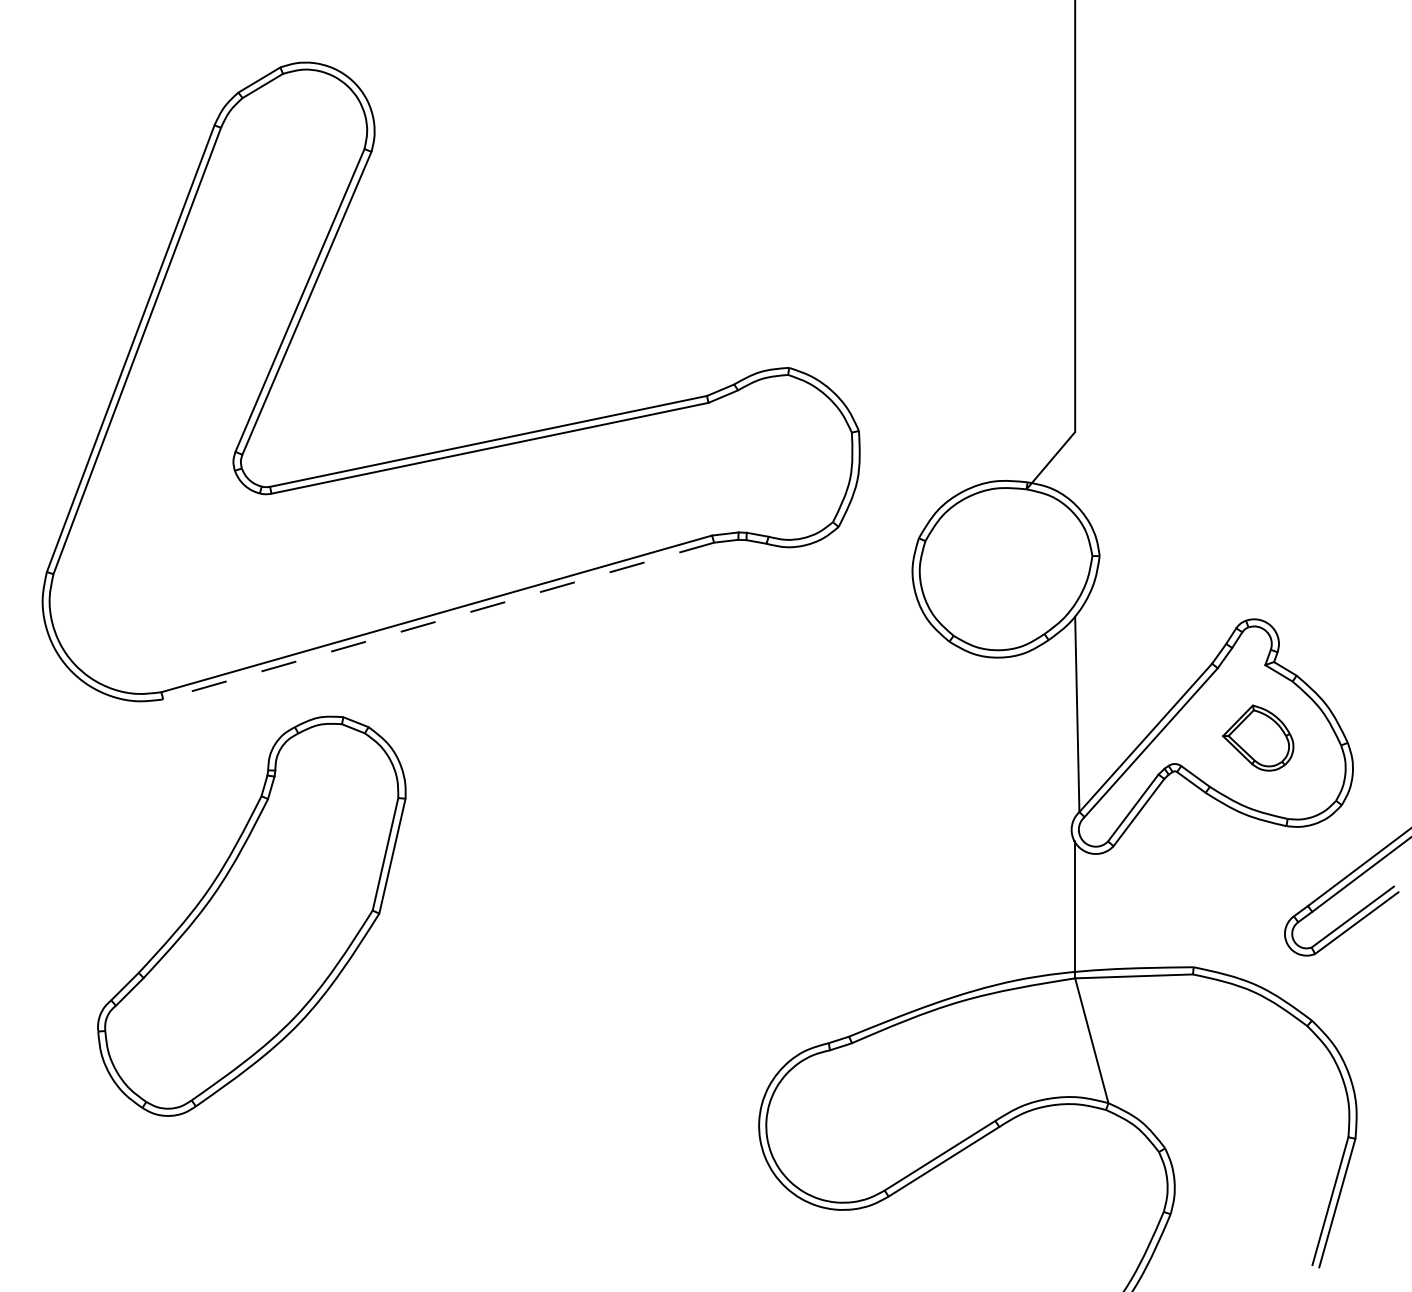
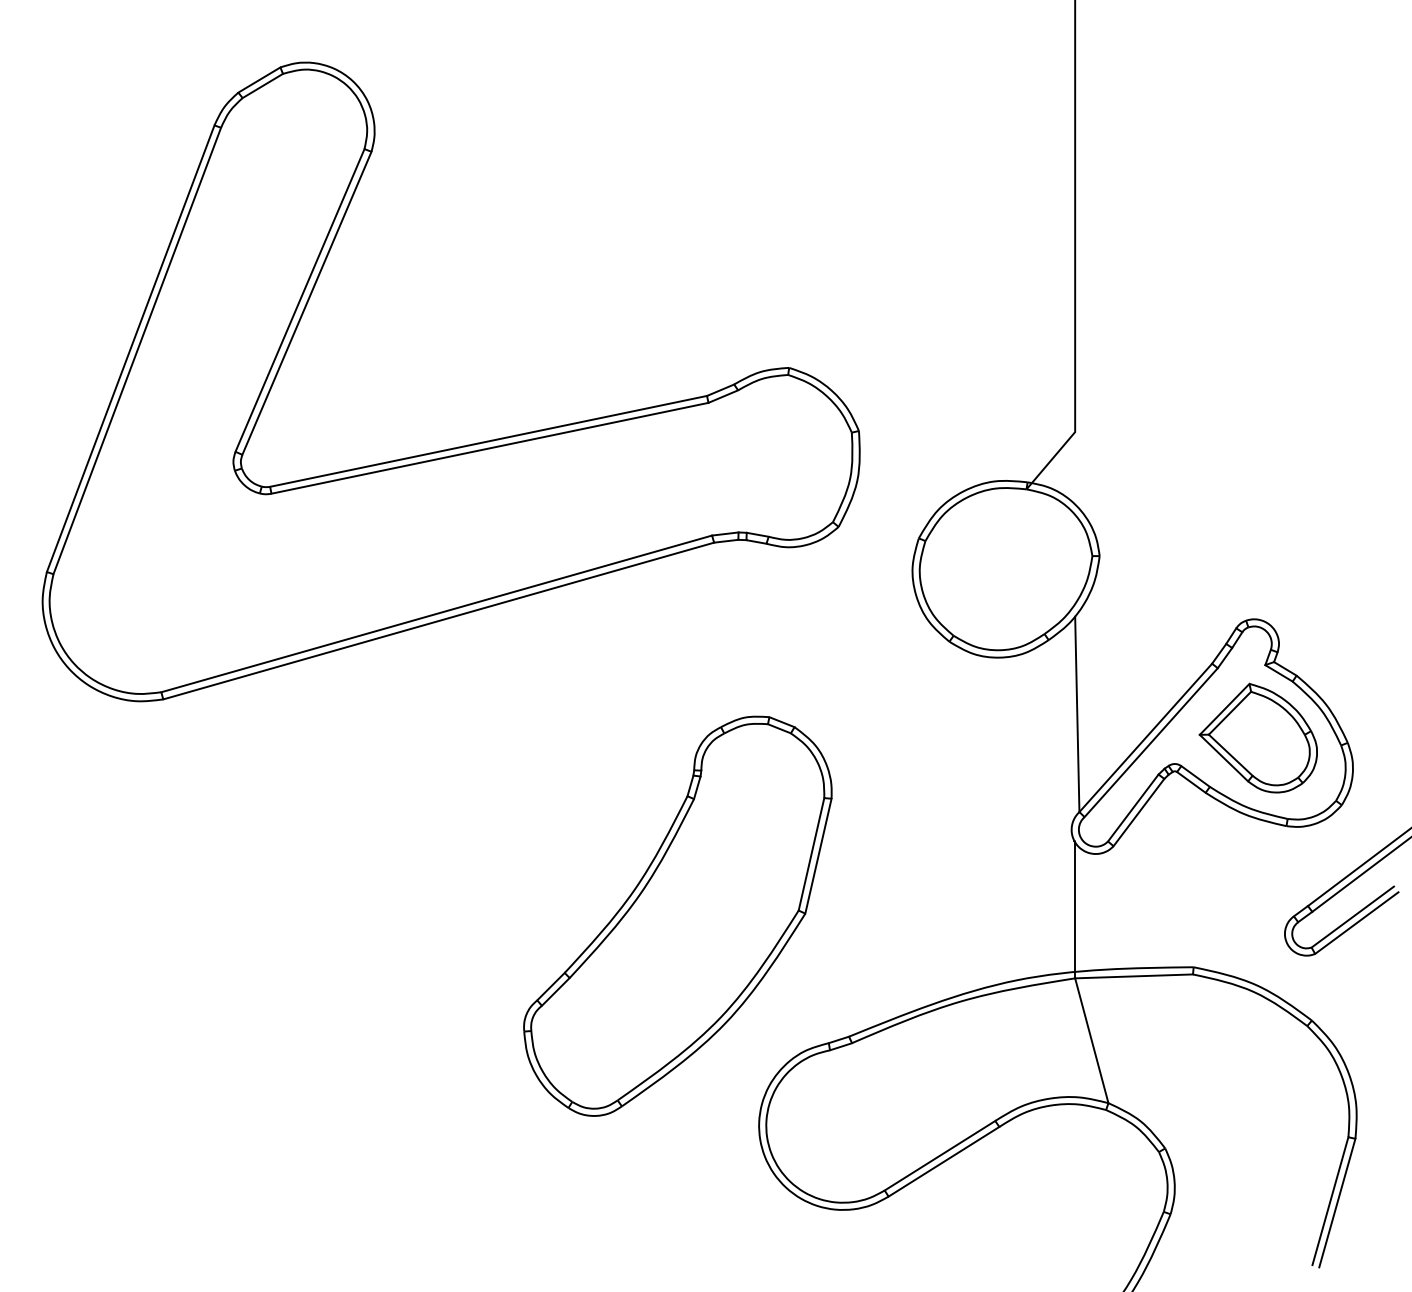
line at (438, 621): dashed -> solid
part at (1258, 737) size: 73x68 px -> 120x112 px
part at (251, 915) position: (251, 915) -> (677, 915)
